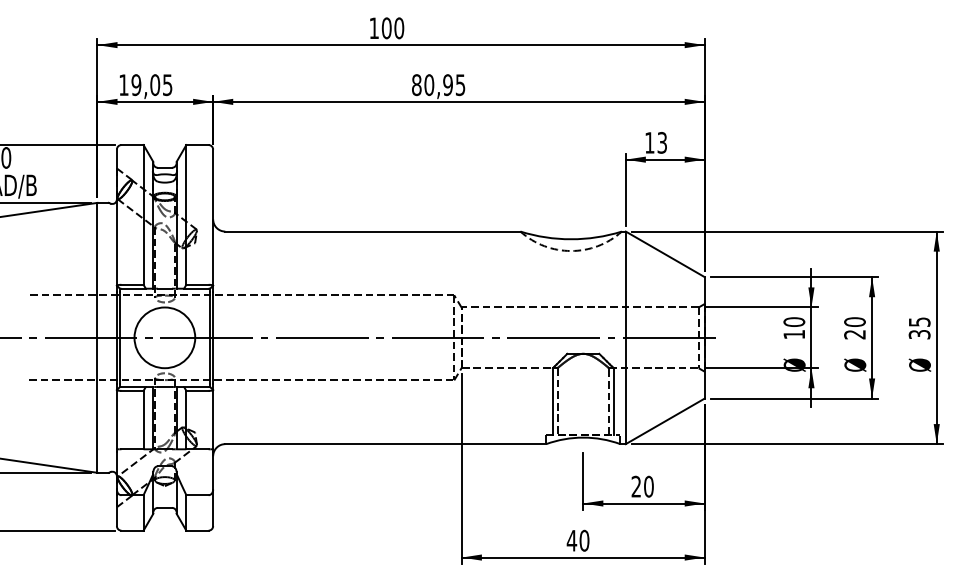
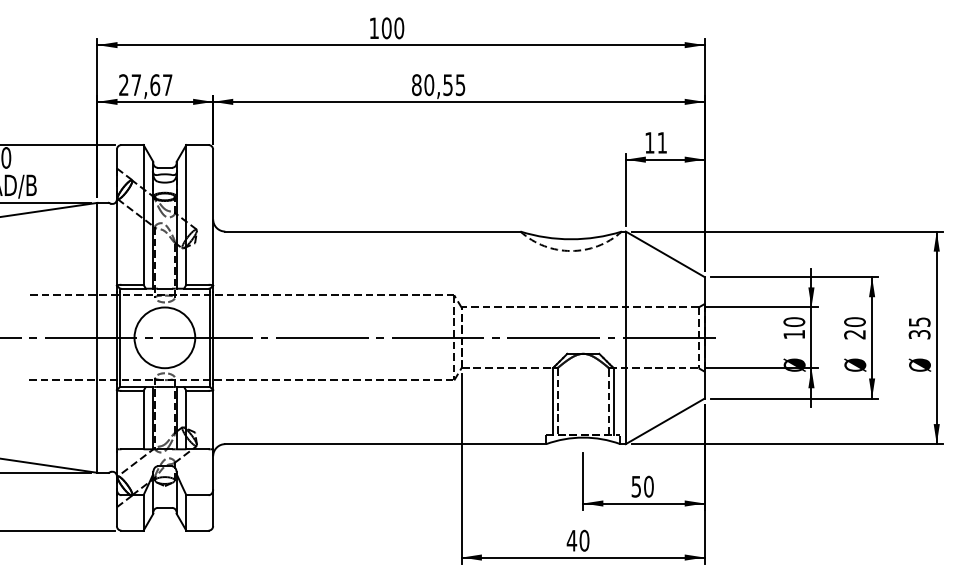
text at (447, 84): 80,95 -> 80,55
text at (145, 85): 19,05 -> 27,67
text at (661, 142): 13 -> 11
text at (635, 486): 20 -> 50
